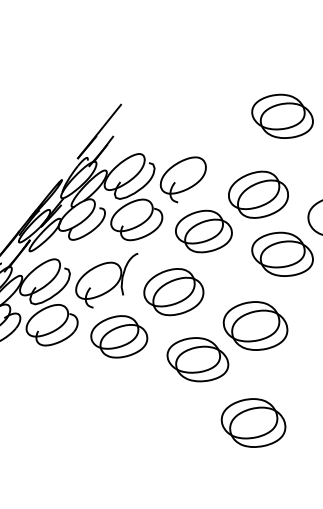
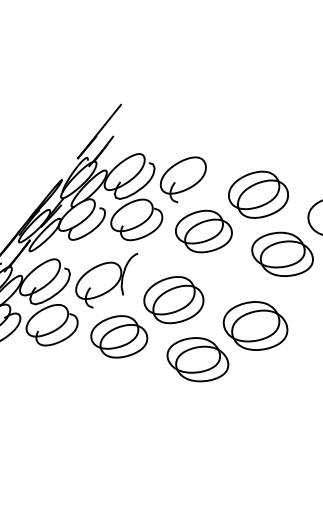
part at (282, 115): present -> none
part at (173, 292) position: (173, 292) -> (173, 300)
part at (253, 422): present -> none
